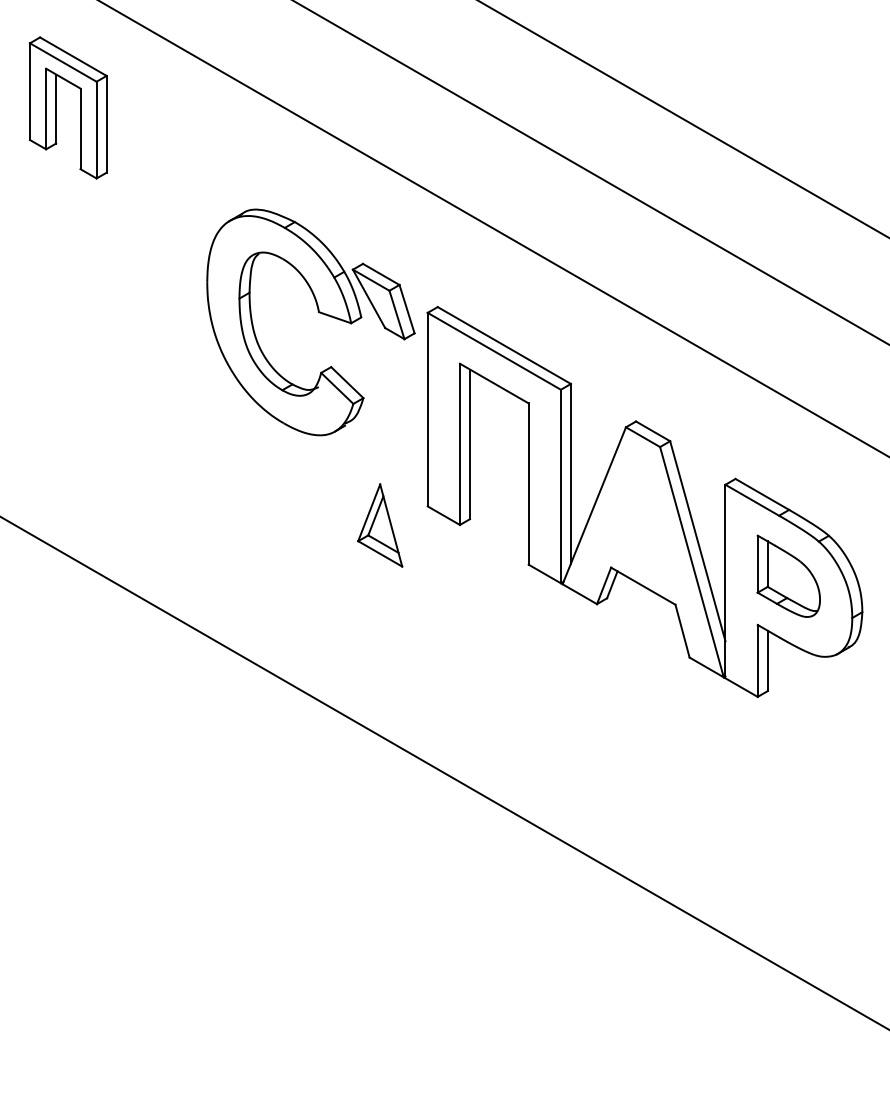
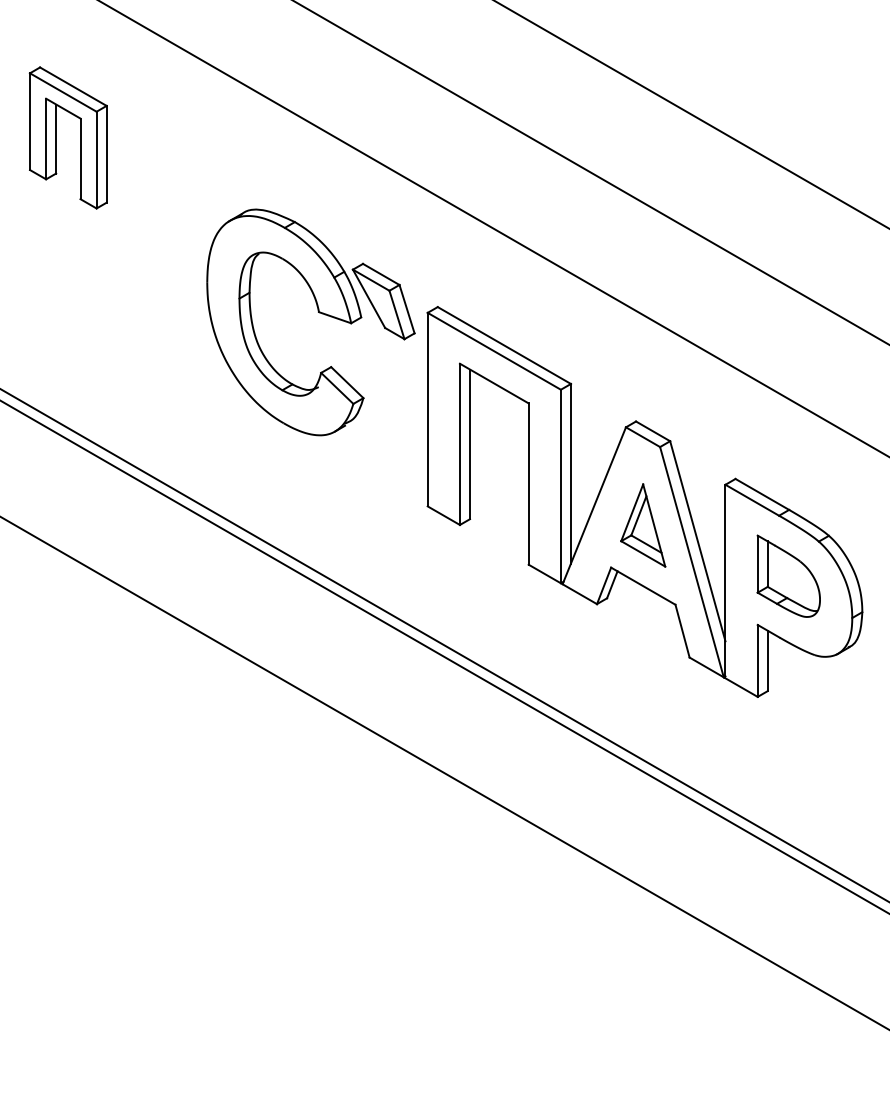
part at (56, 107) position: (56, 107) -> (56, 137)
line at (683, 119) position: (683, 119) -> (691, 114)
part at (380, 525) position: (380, 525) -> (643, 525)
line at (444, 645): none -> present
line at (444, 656): none -> present
